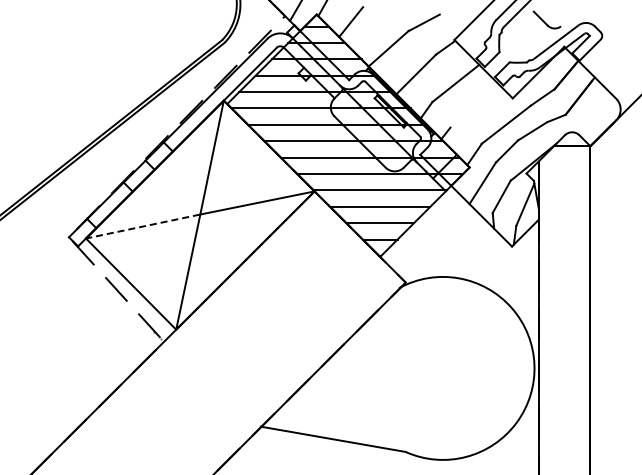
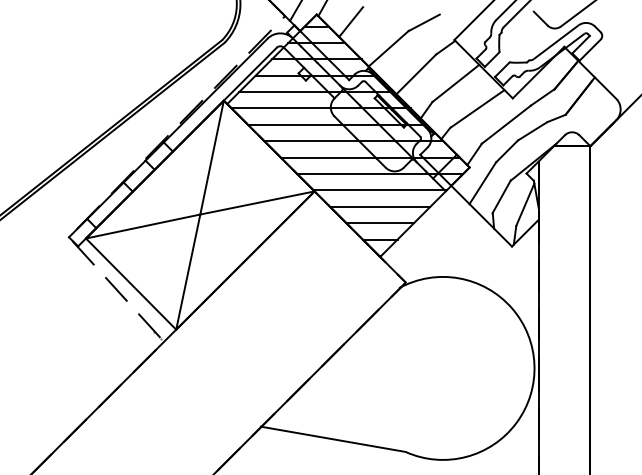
line at (577, 14): none -> present
line at (477, 108): none -> present
line at (142, 226): dashed -> solid
